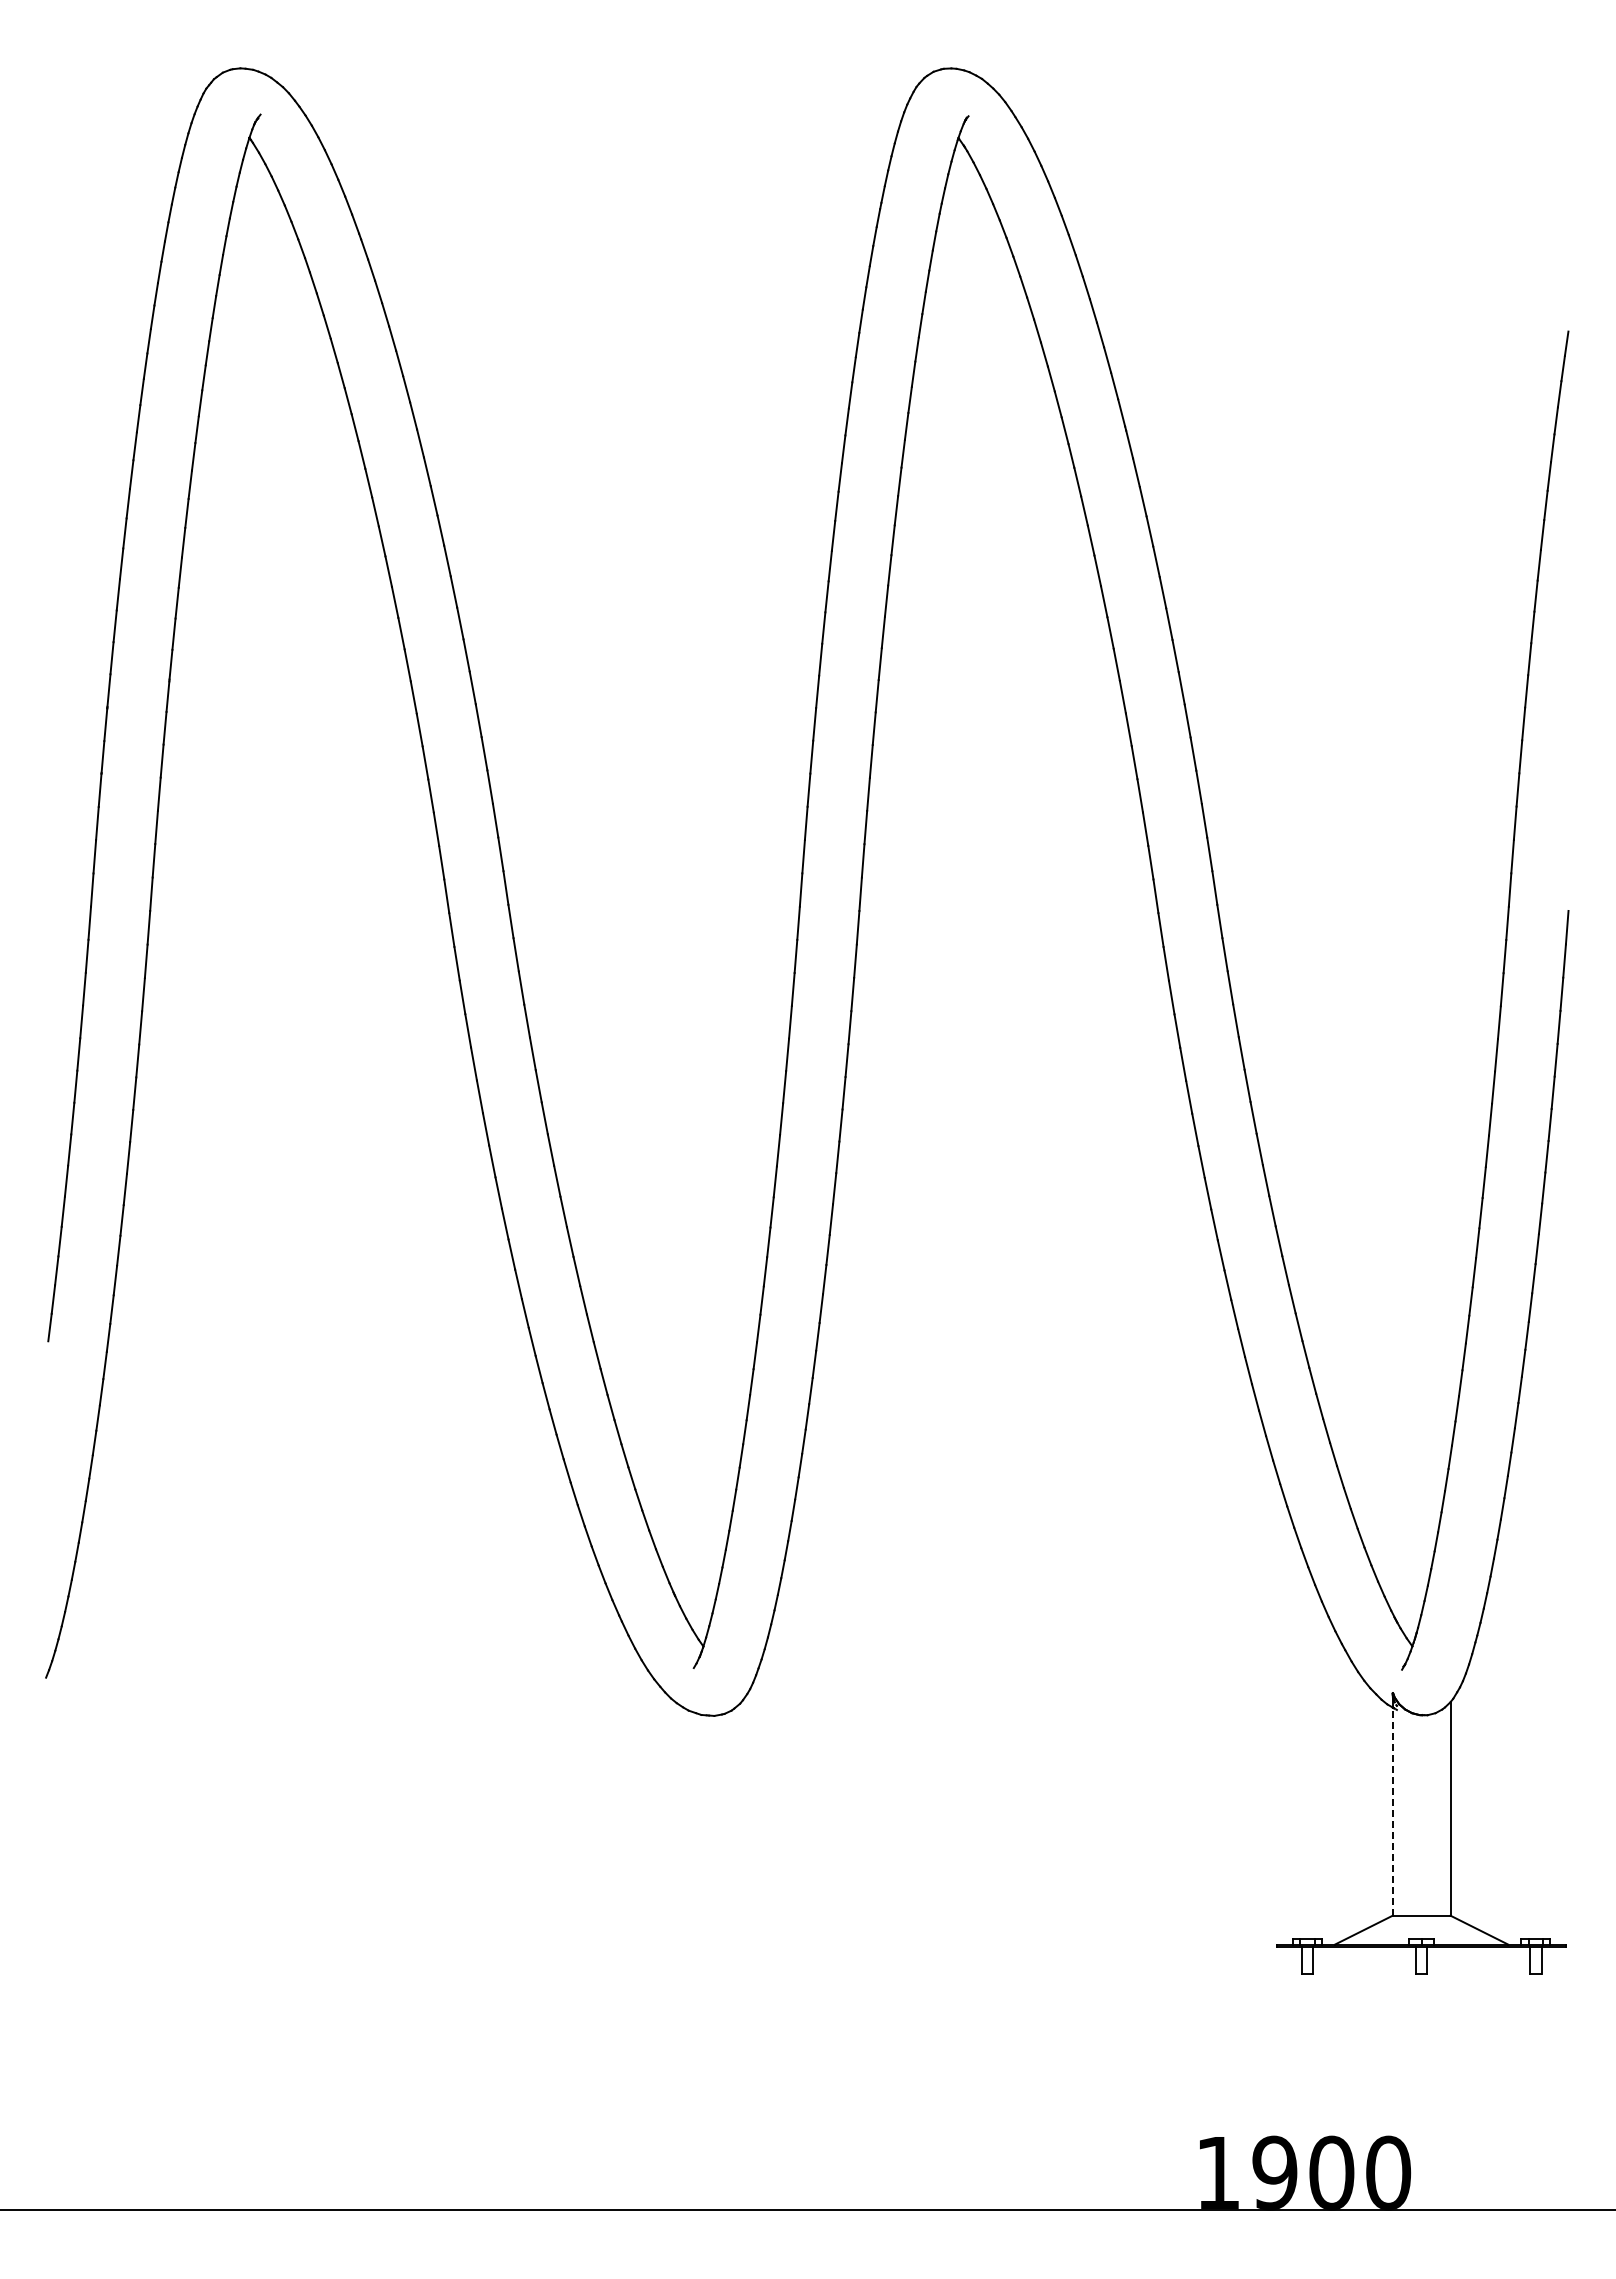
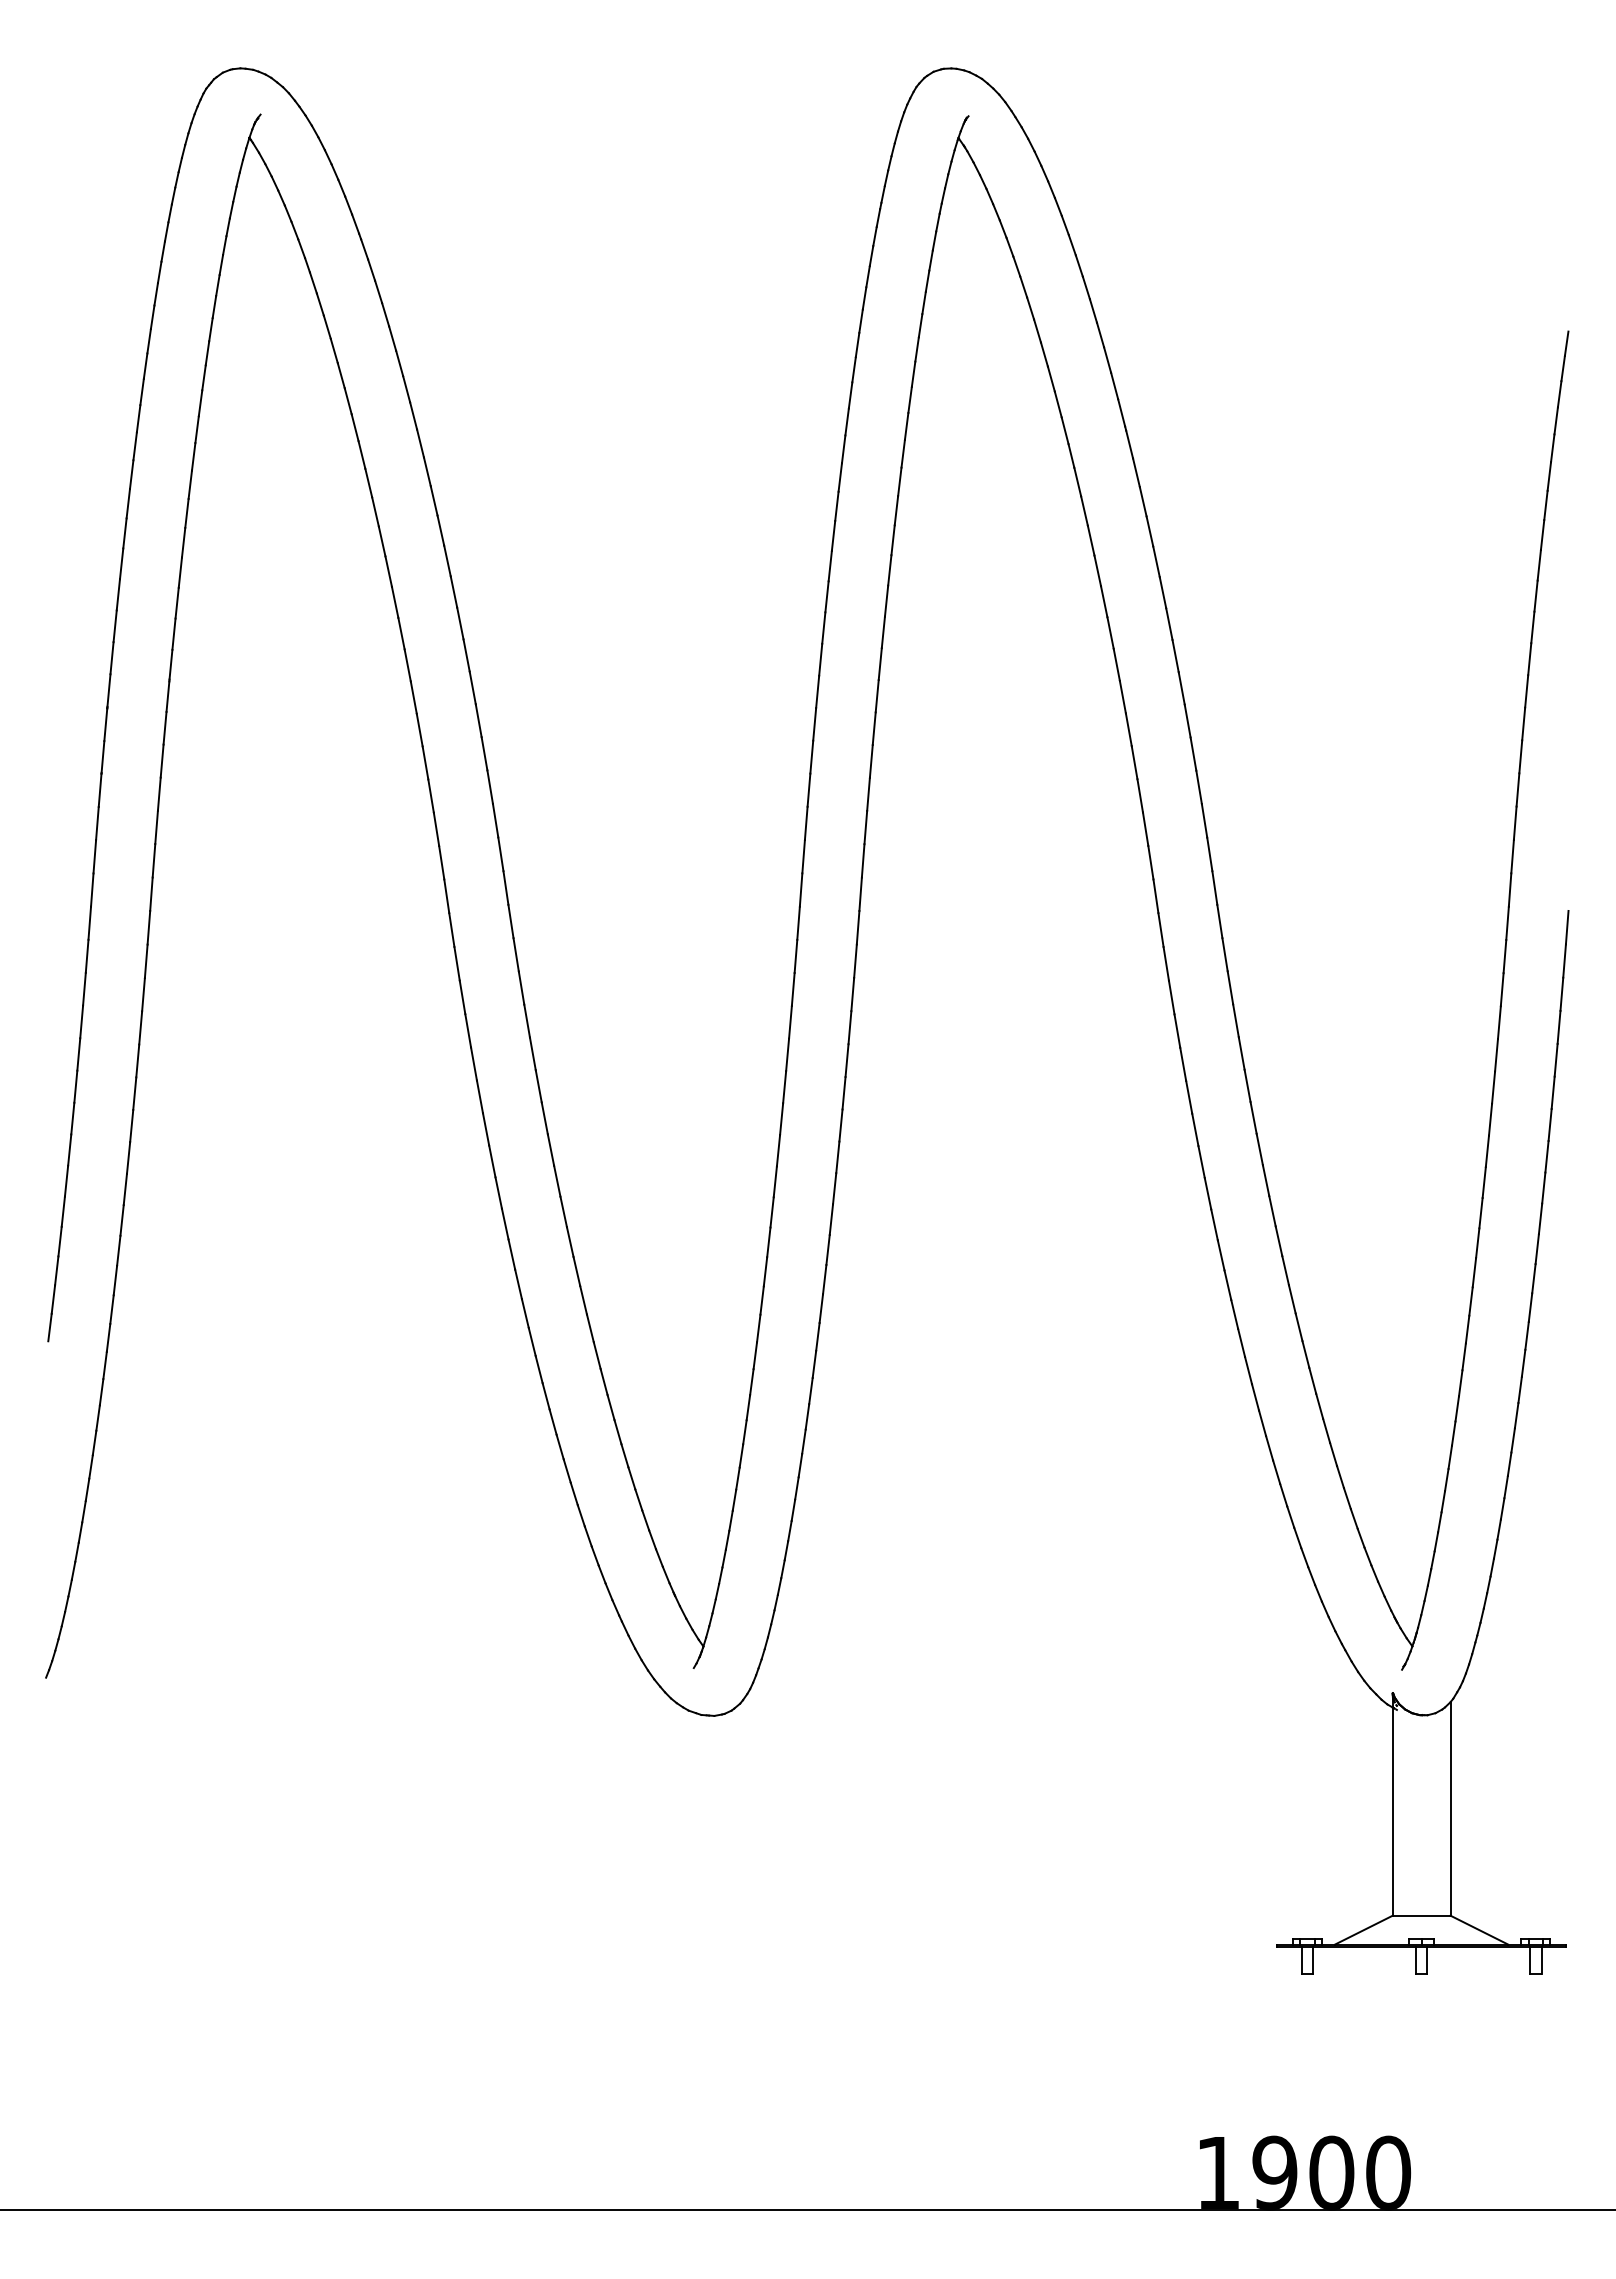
line at (1392, 1811): dashed -> solid
